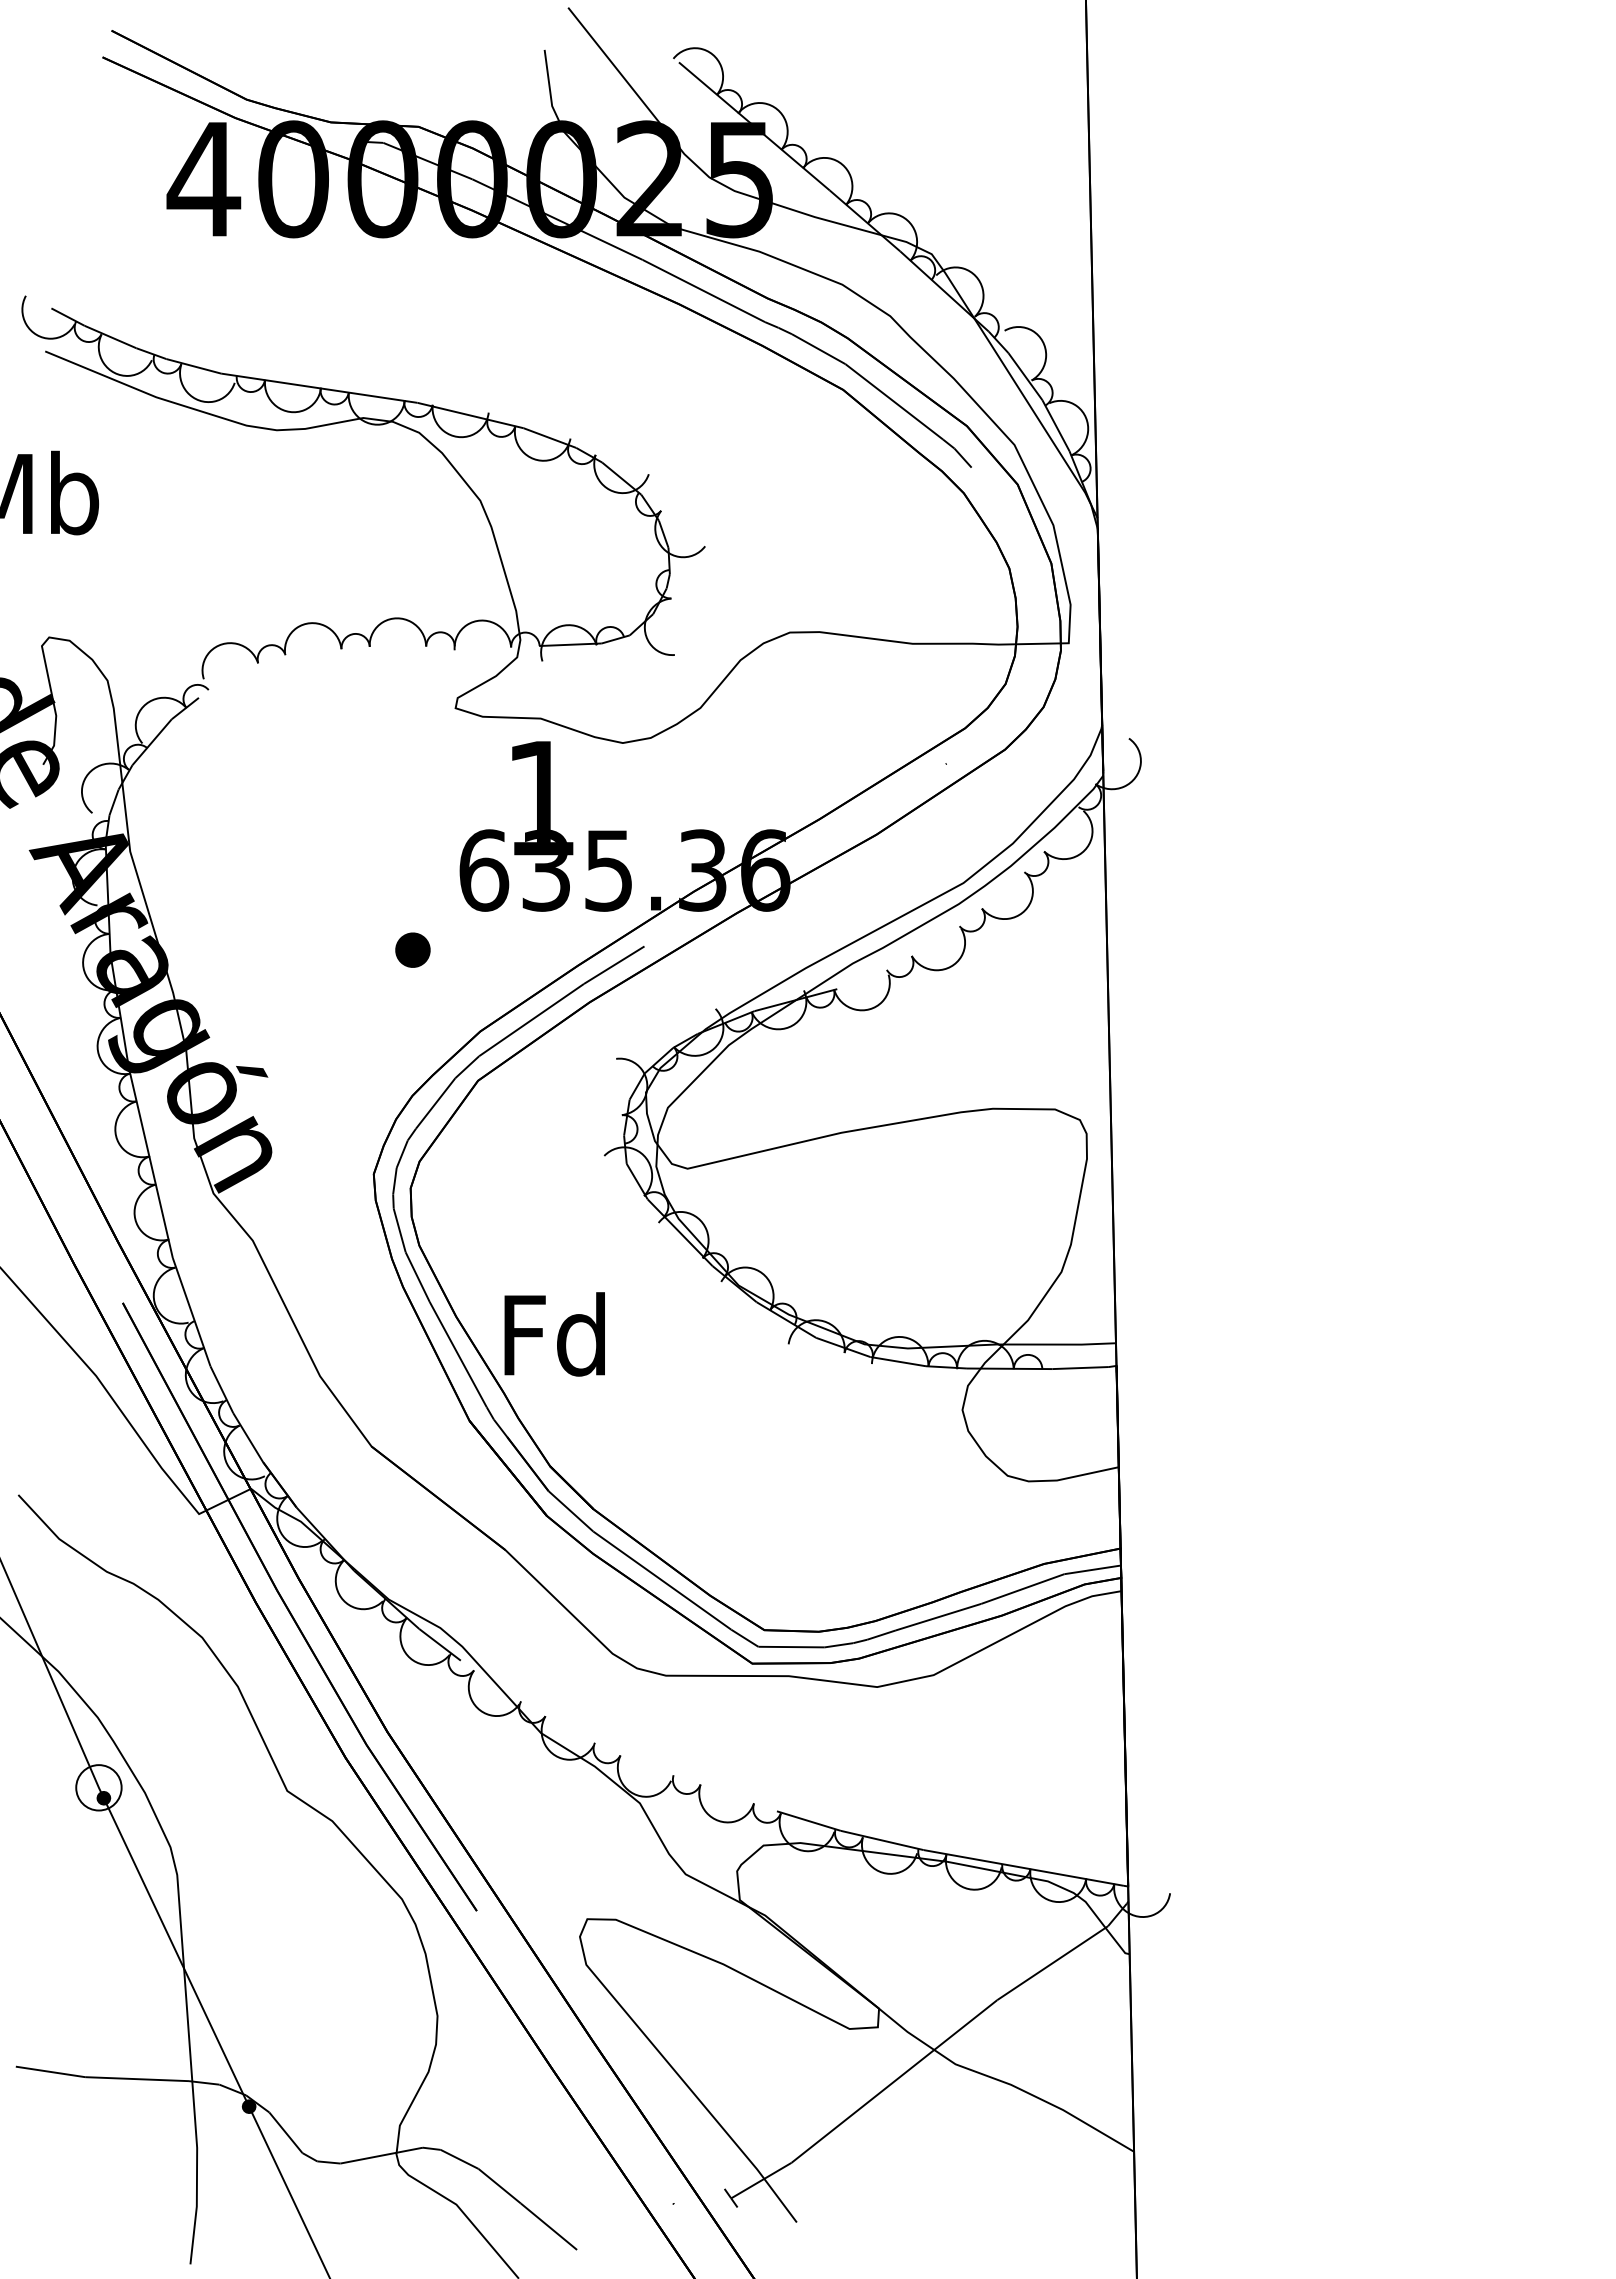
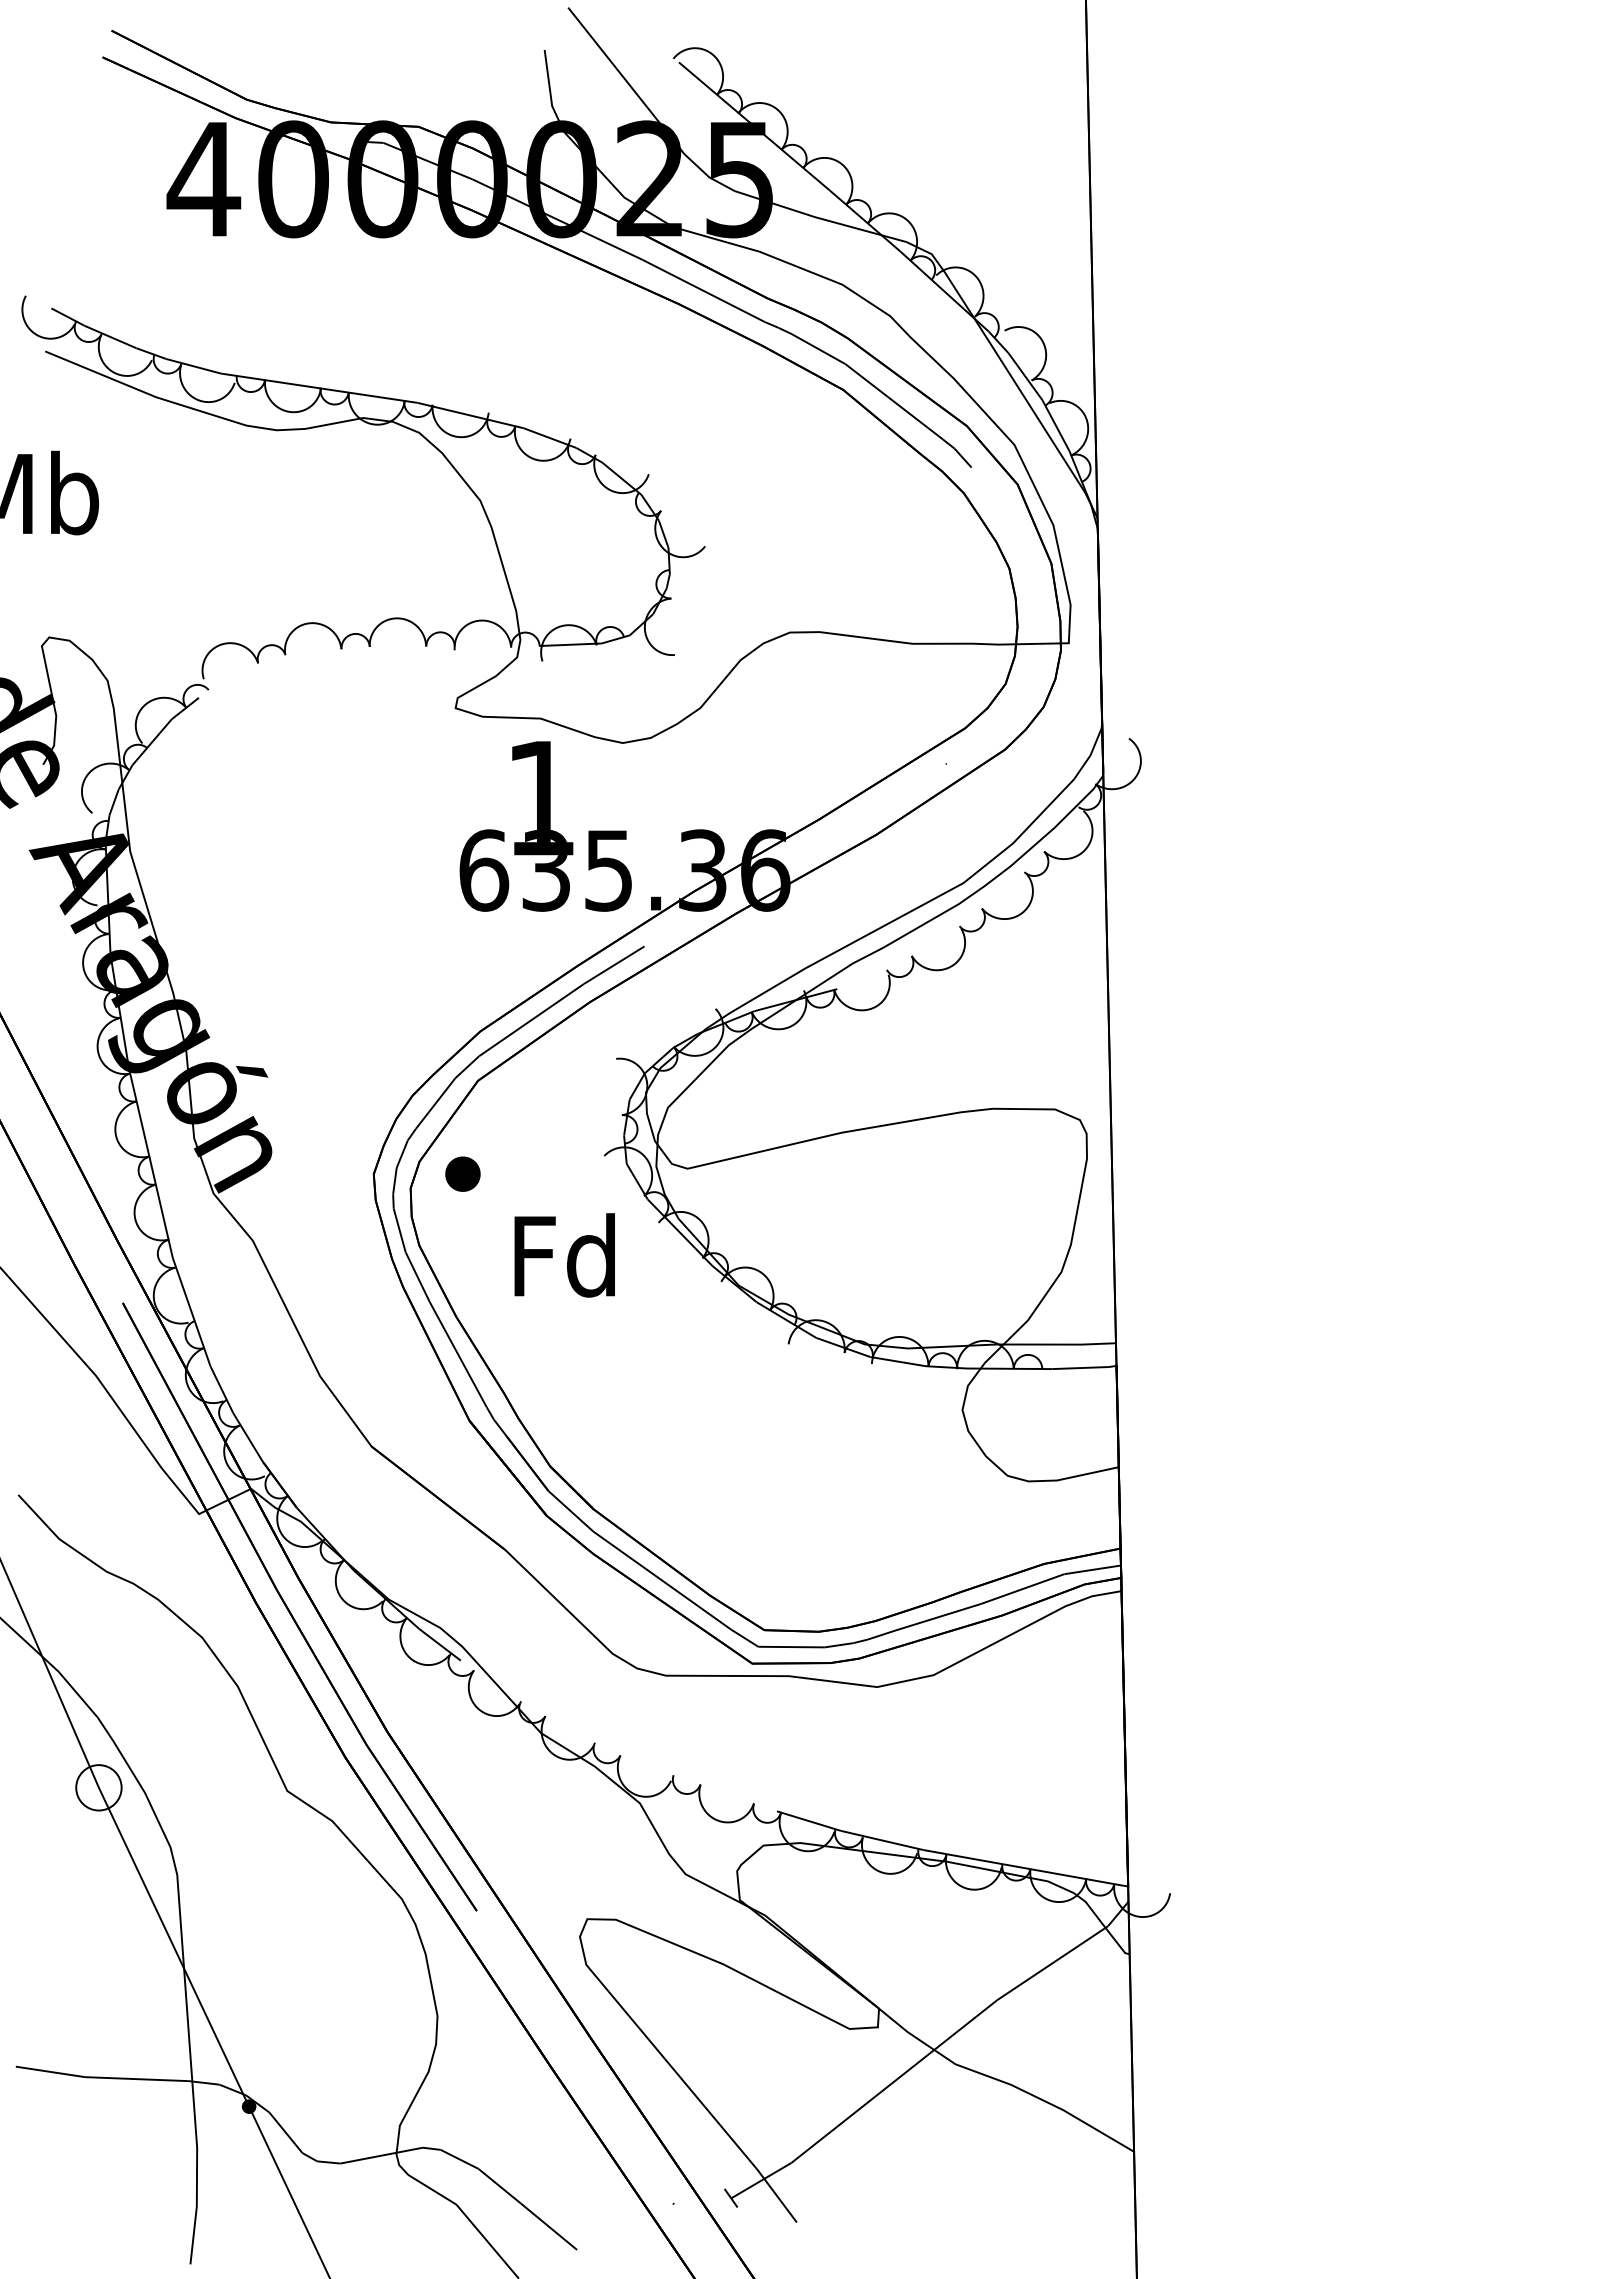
part at (412, 949) position: (412, 949) -> (462, 1173)
text at (554, 1334) position: (554, 1334) -> (564, 1255)
fill at (103, 1798): present -> none
